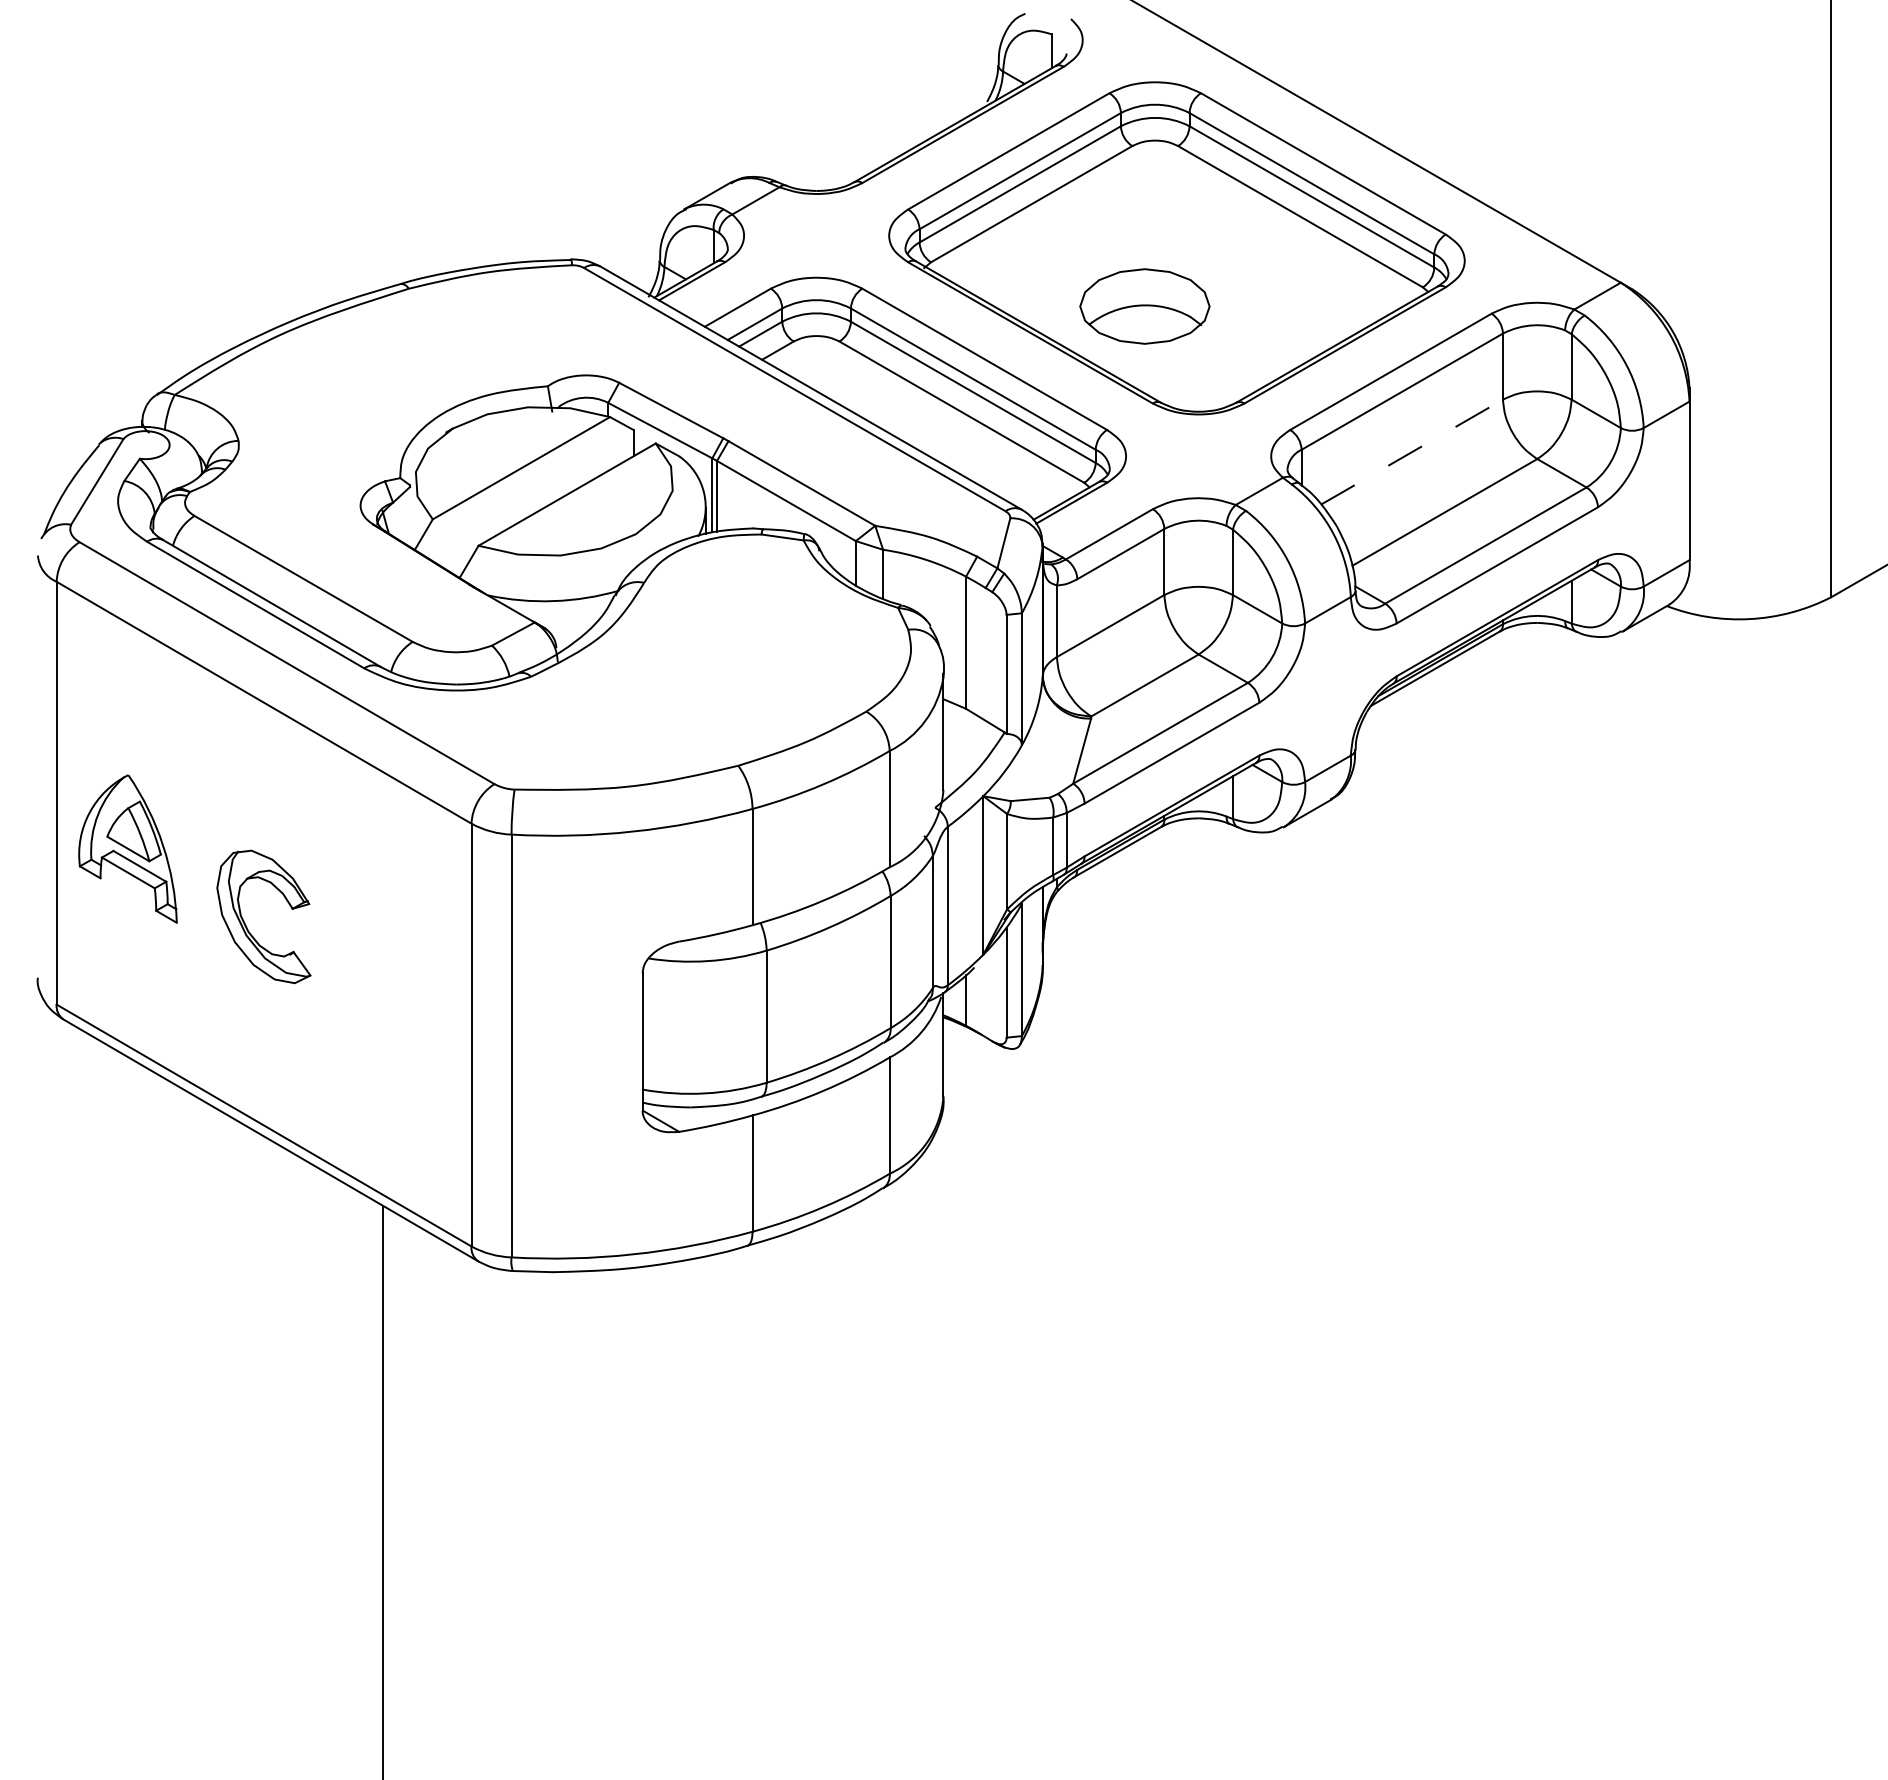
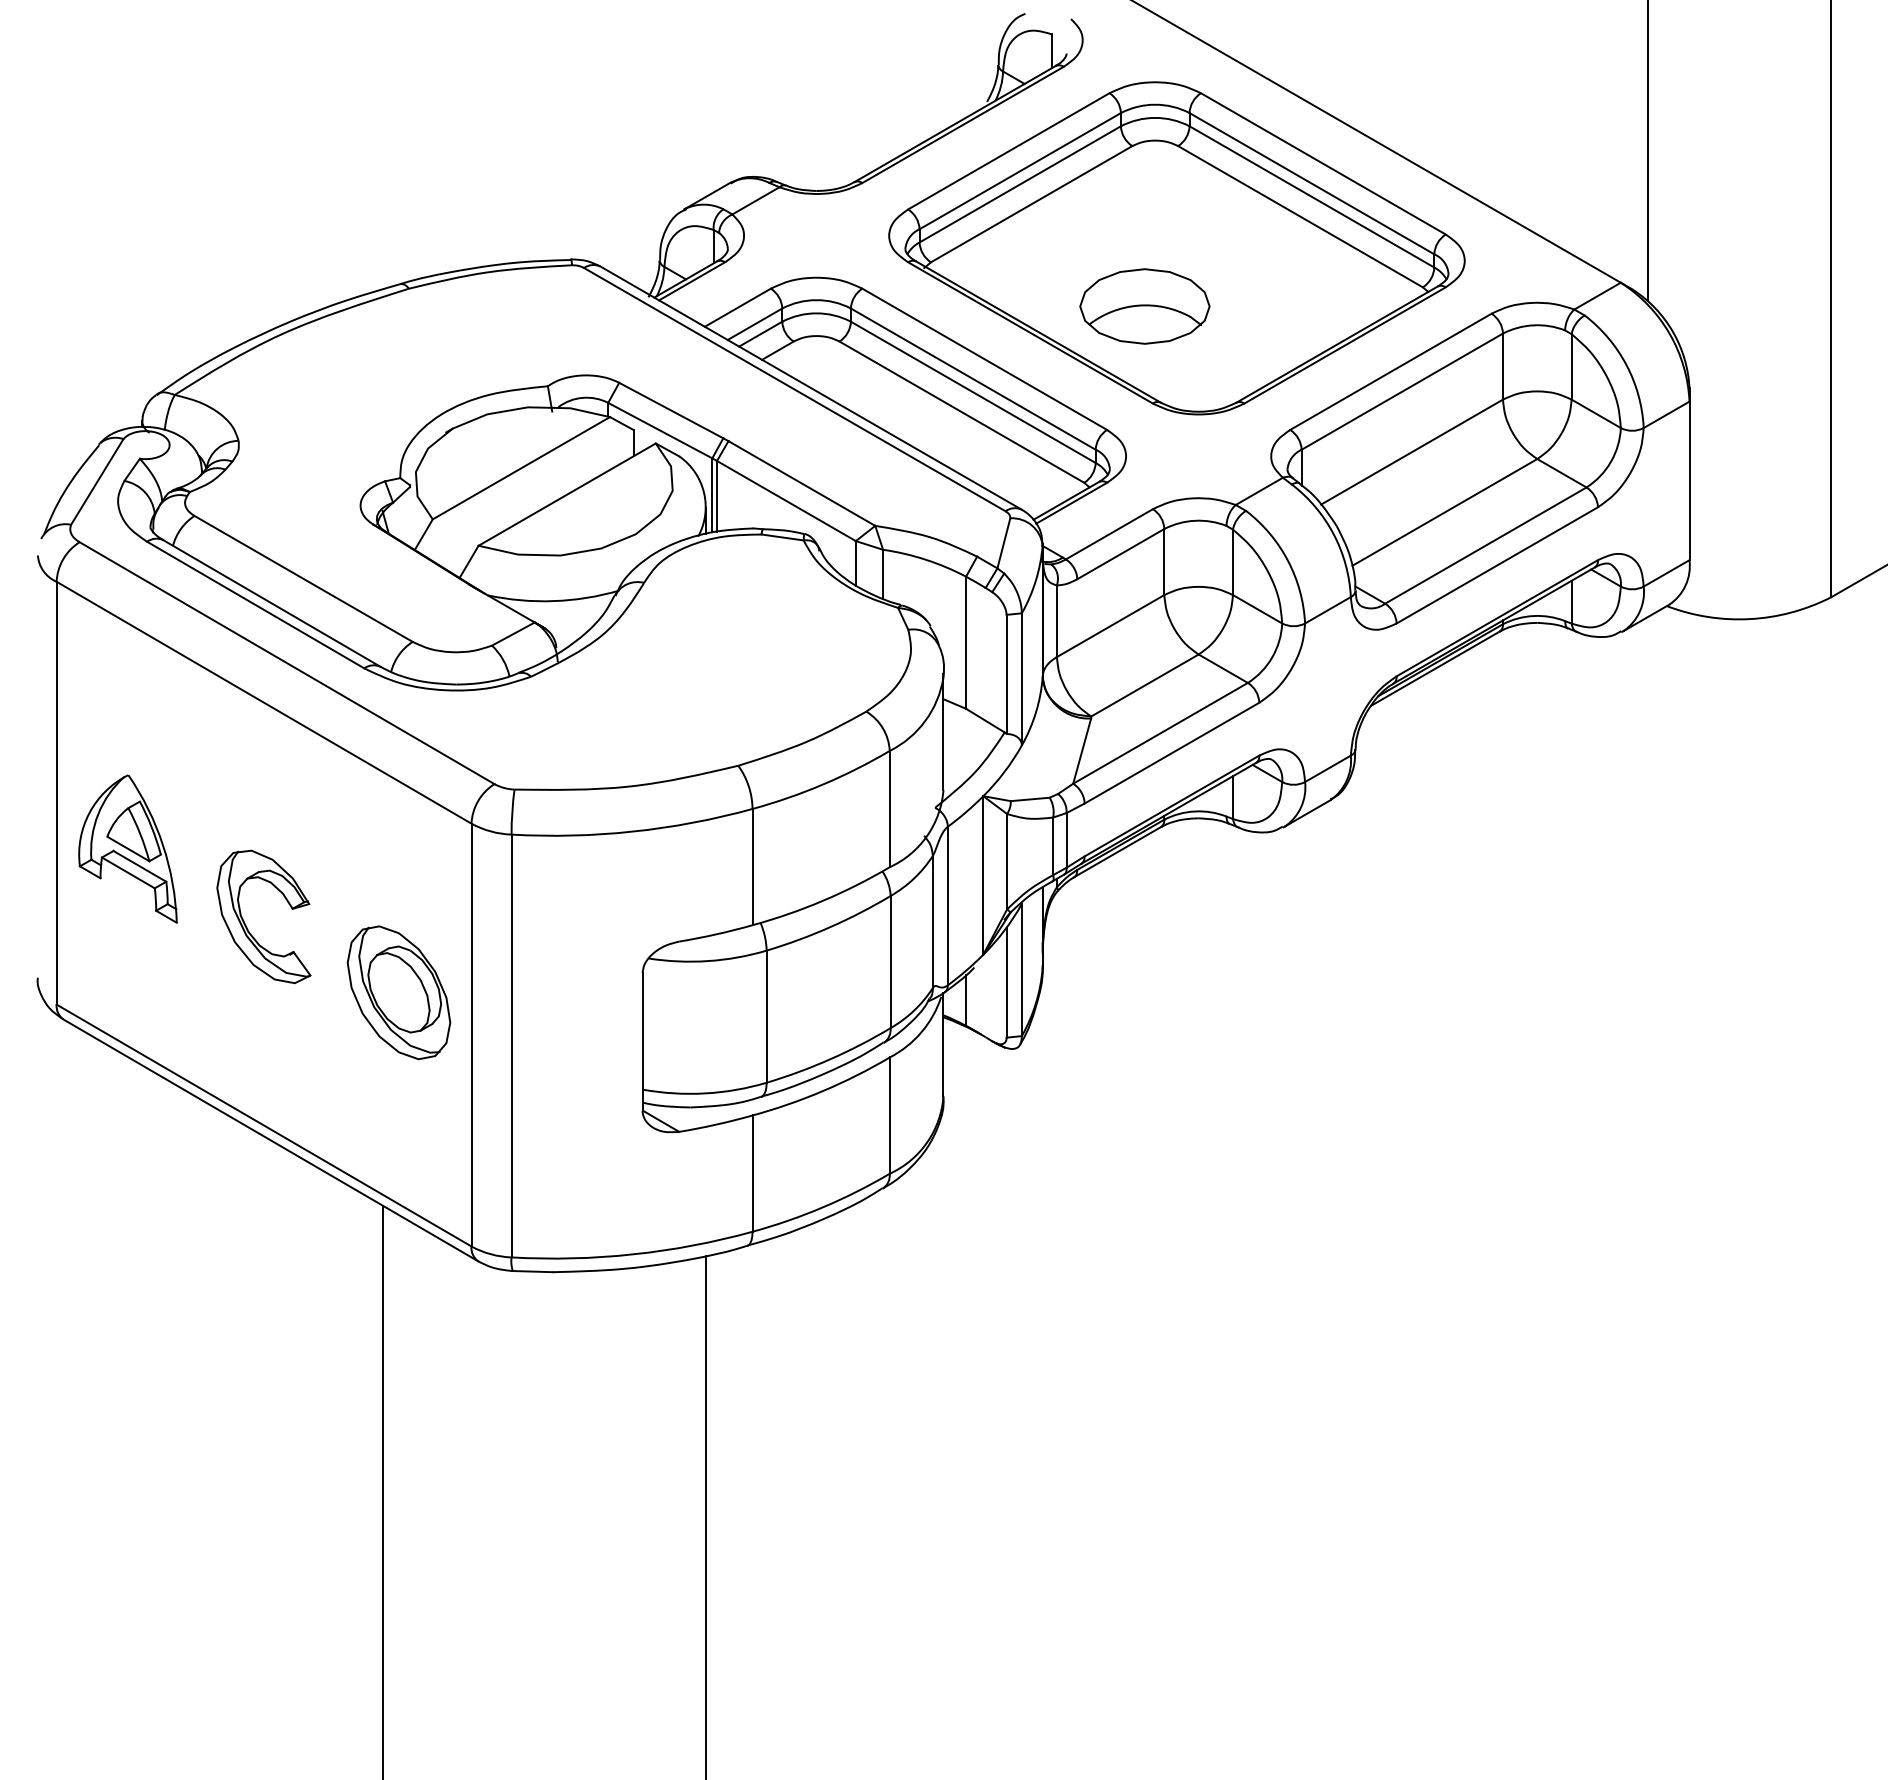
line at (1648, 151): none -> present
line at (1412, 451): dashed -> solid
part at (398, 992): none -> present
line at (706, 1515): none -> present
